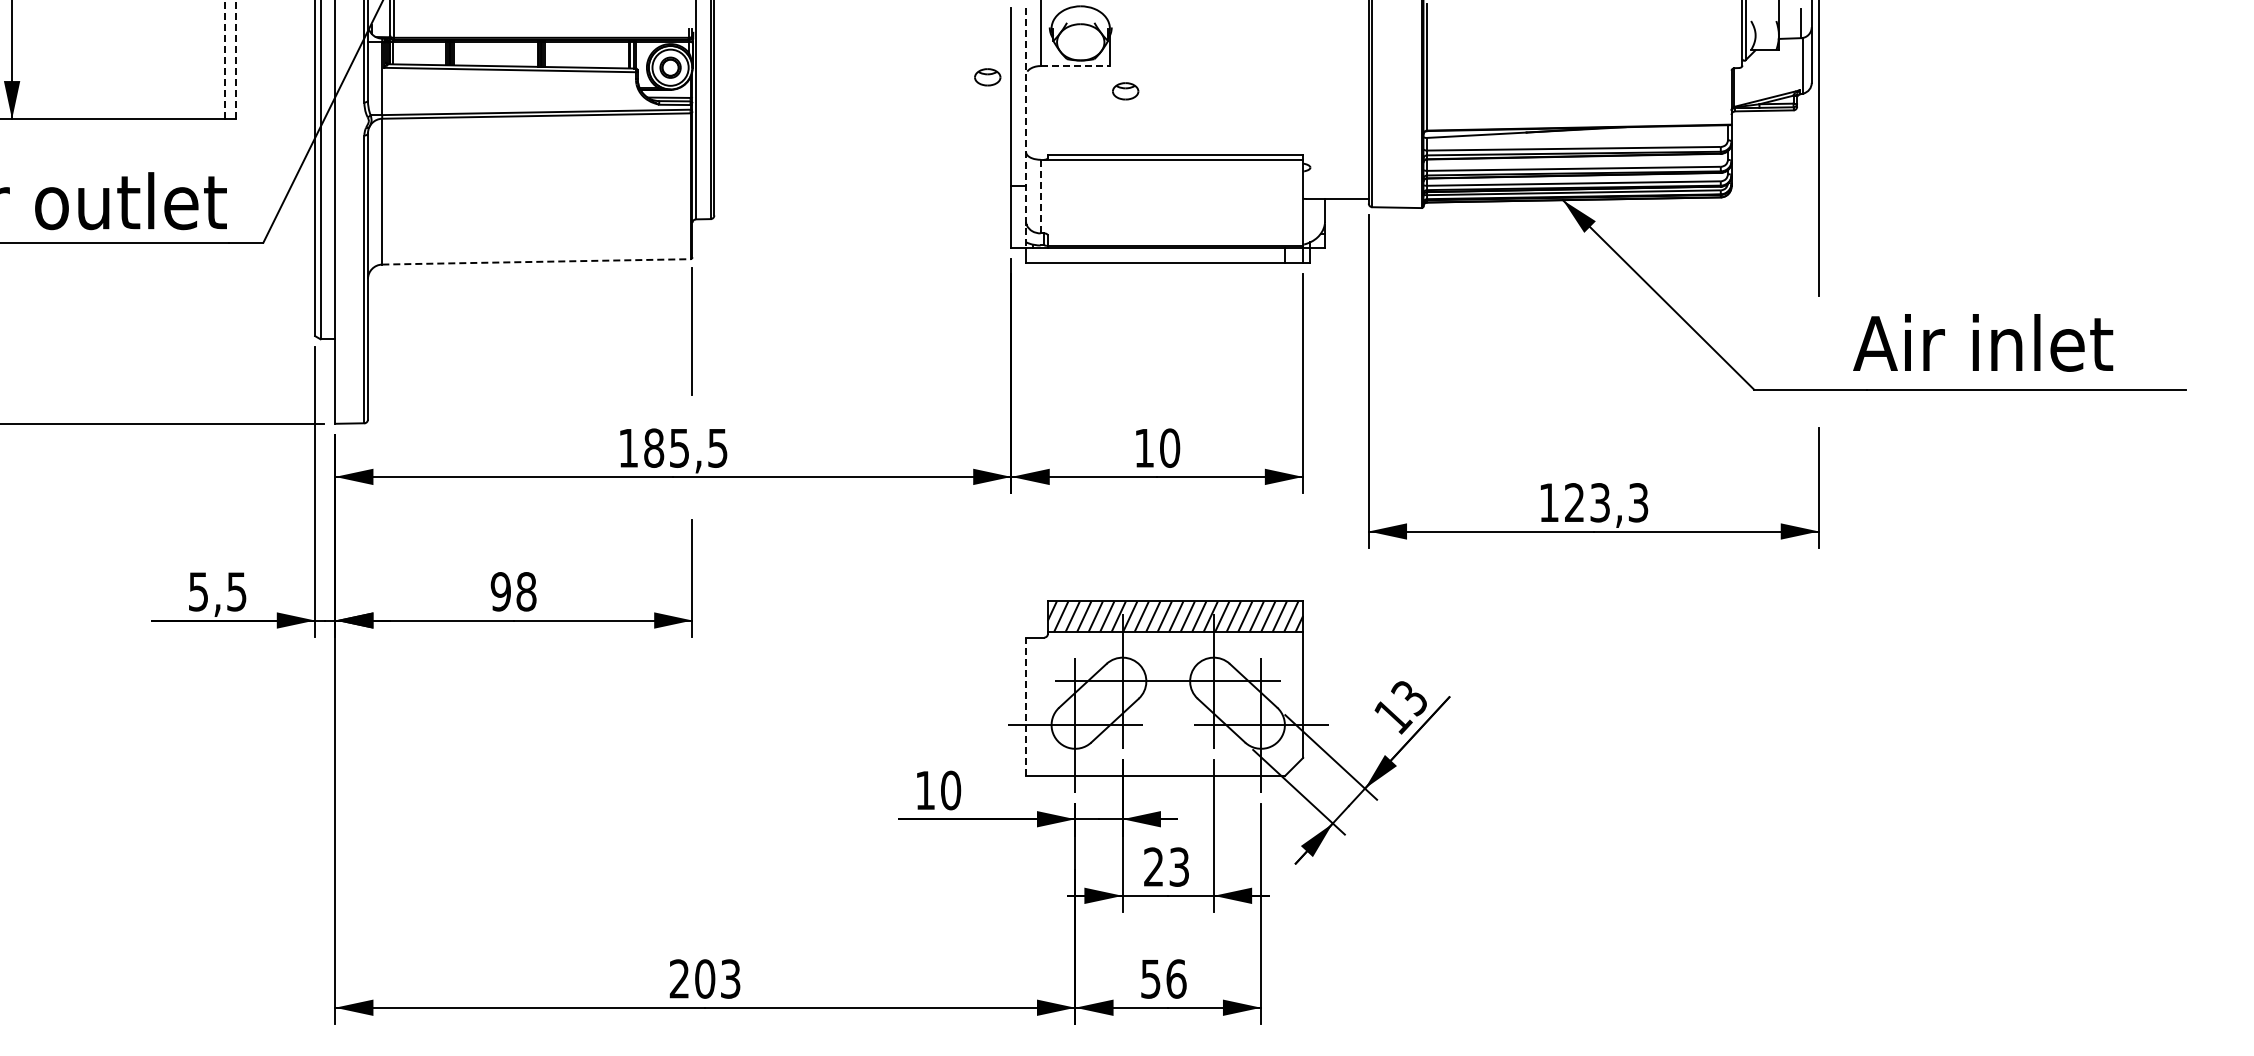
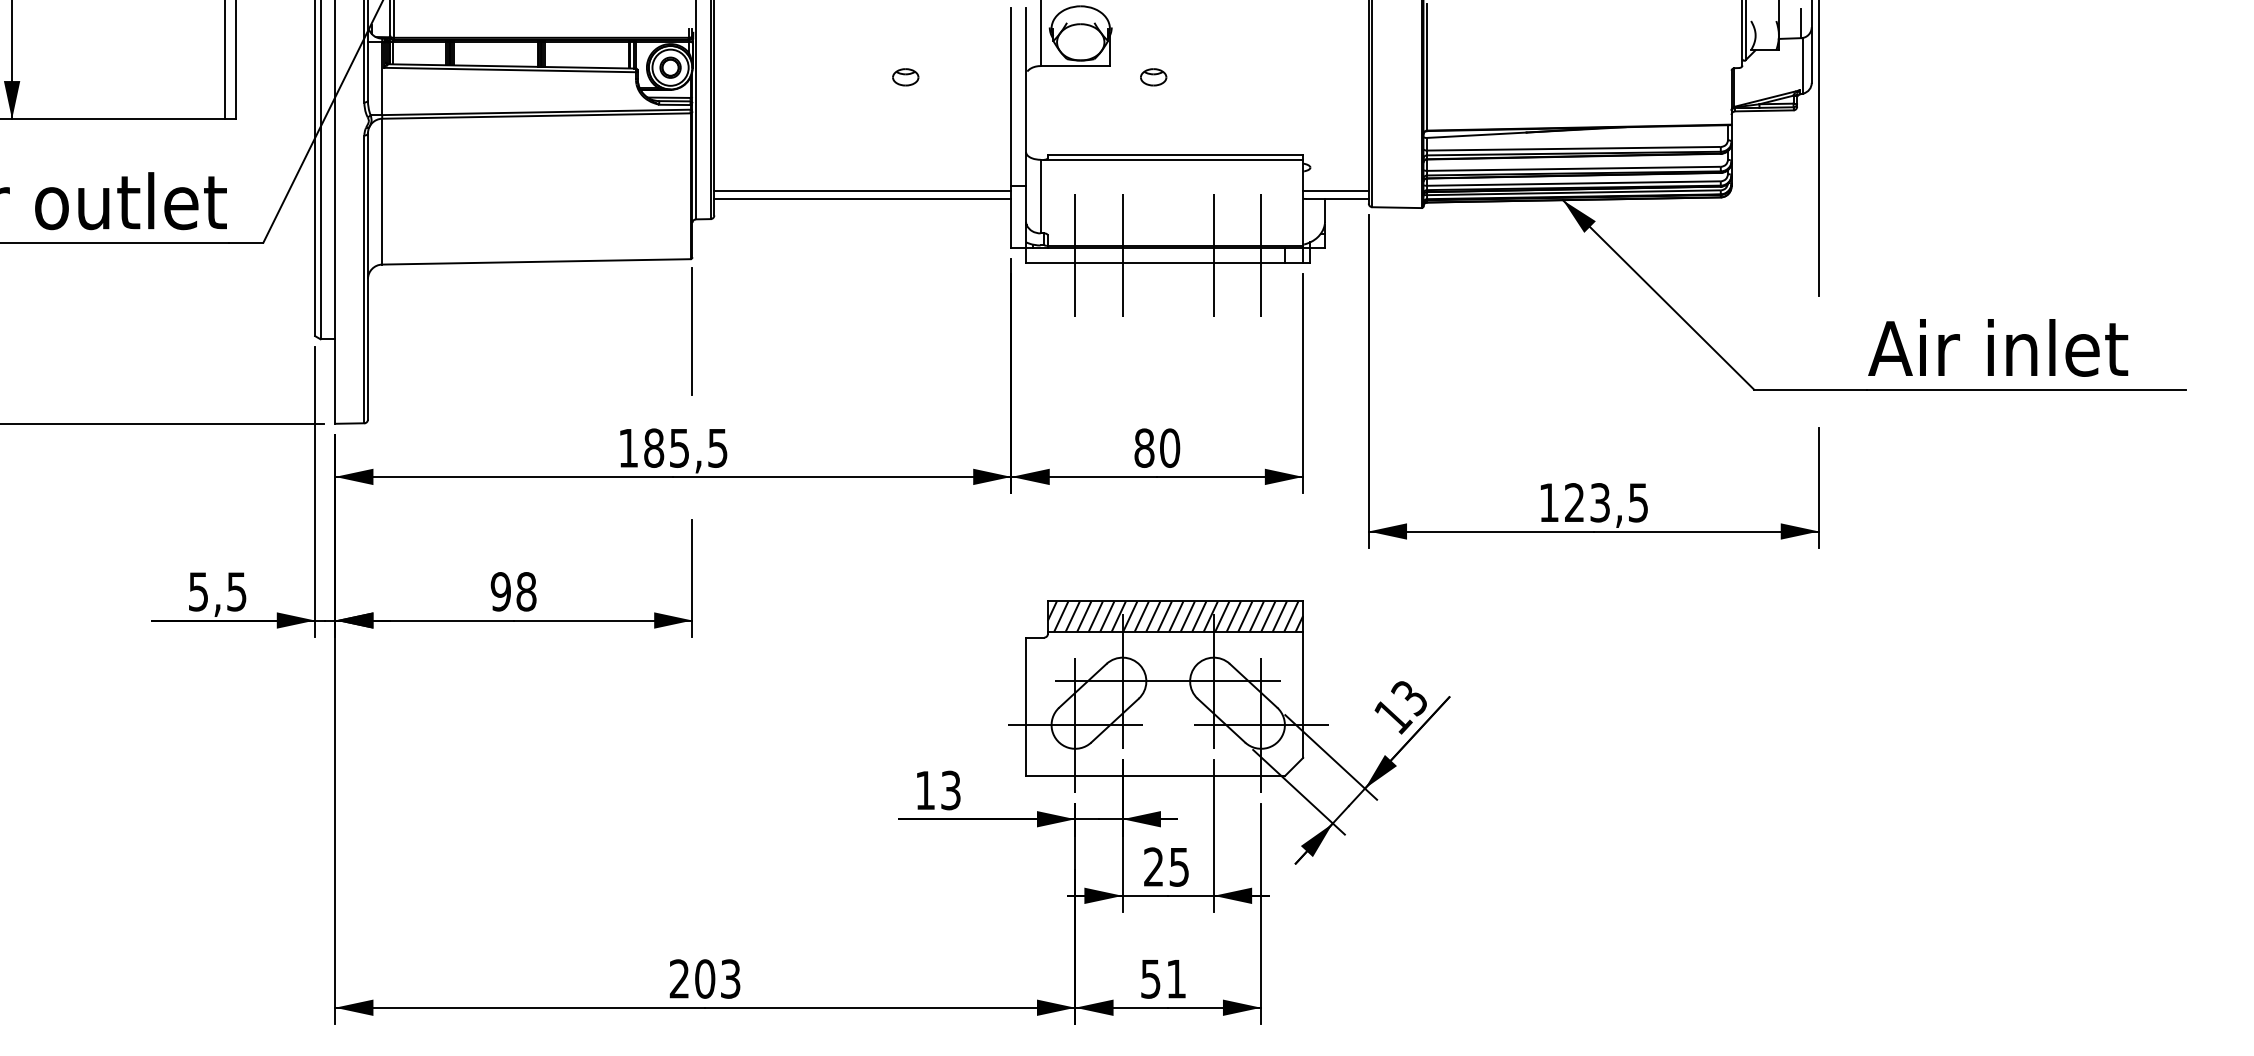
line at (225, 59): dashed -> solid
line at (236, 59): dashed -> solid
line at (1075, 66): dashed -> solid
part at (987, 77) position: (987, 77) -> (905, 77)
part at (1125, 91) position: (1125, 91) -> (1153, 77)
line at (1026, 128): dashed -> solid
line at (862, 191): none -> present
line at (1335, 191): none -> present
line at (1040, 196): dashed -> solid
line at (862, 199): none -> present
line at (1075, 255): none -> present
line at (1122, 255): none -> present
line at (1213, 255): none -> present
line at (1261, 255): none -> present
line at (536, 261): dashed -> solid
text at (1983, 342) position: (1983, 342) -> (1998, 347)
text at (1144, 447): 10 -> 80
text at (1638, 502): 123,3 -> 123,5
line at (1026, 706): dashed -> solid
text at (951, 790): 10 -> 13
text at (1179, 866): 23 -> 25
text at (1176, 978): 56 -> 51
